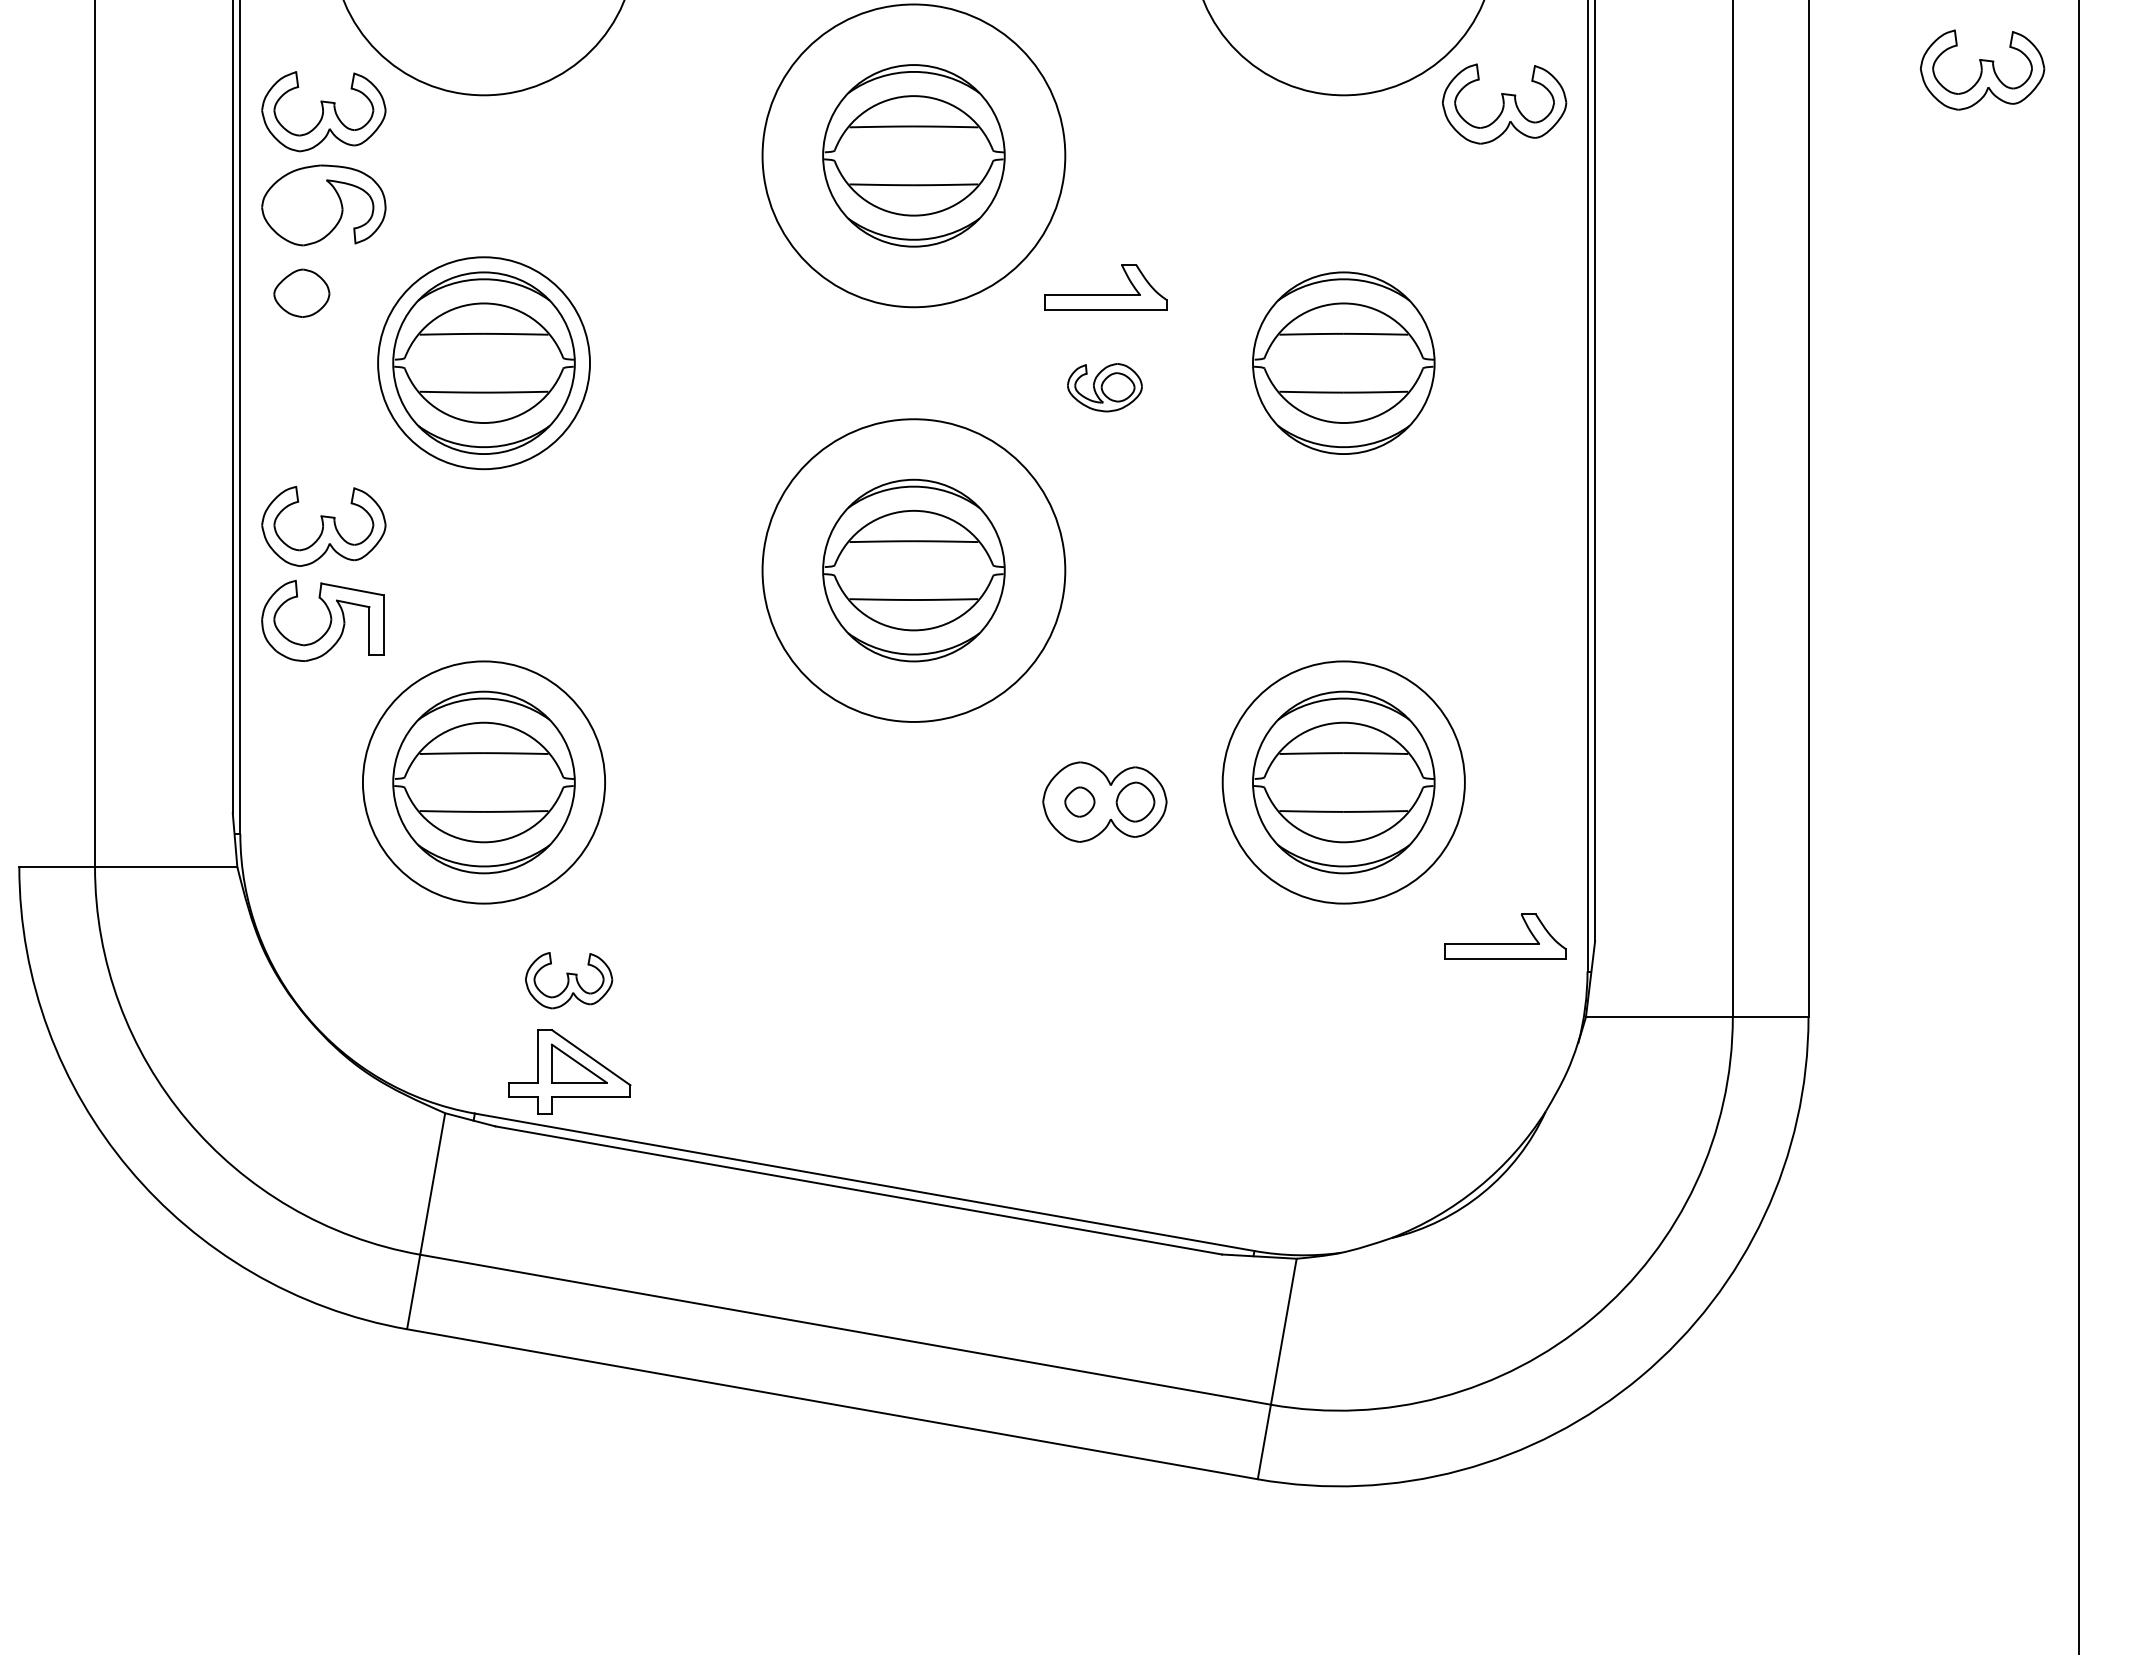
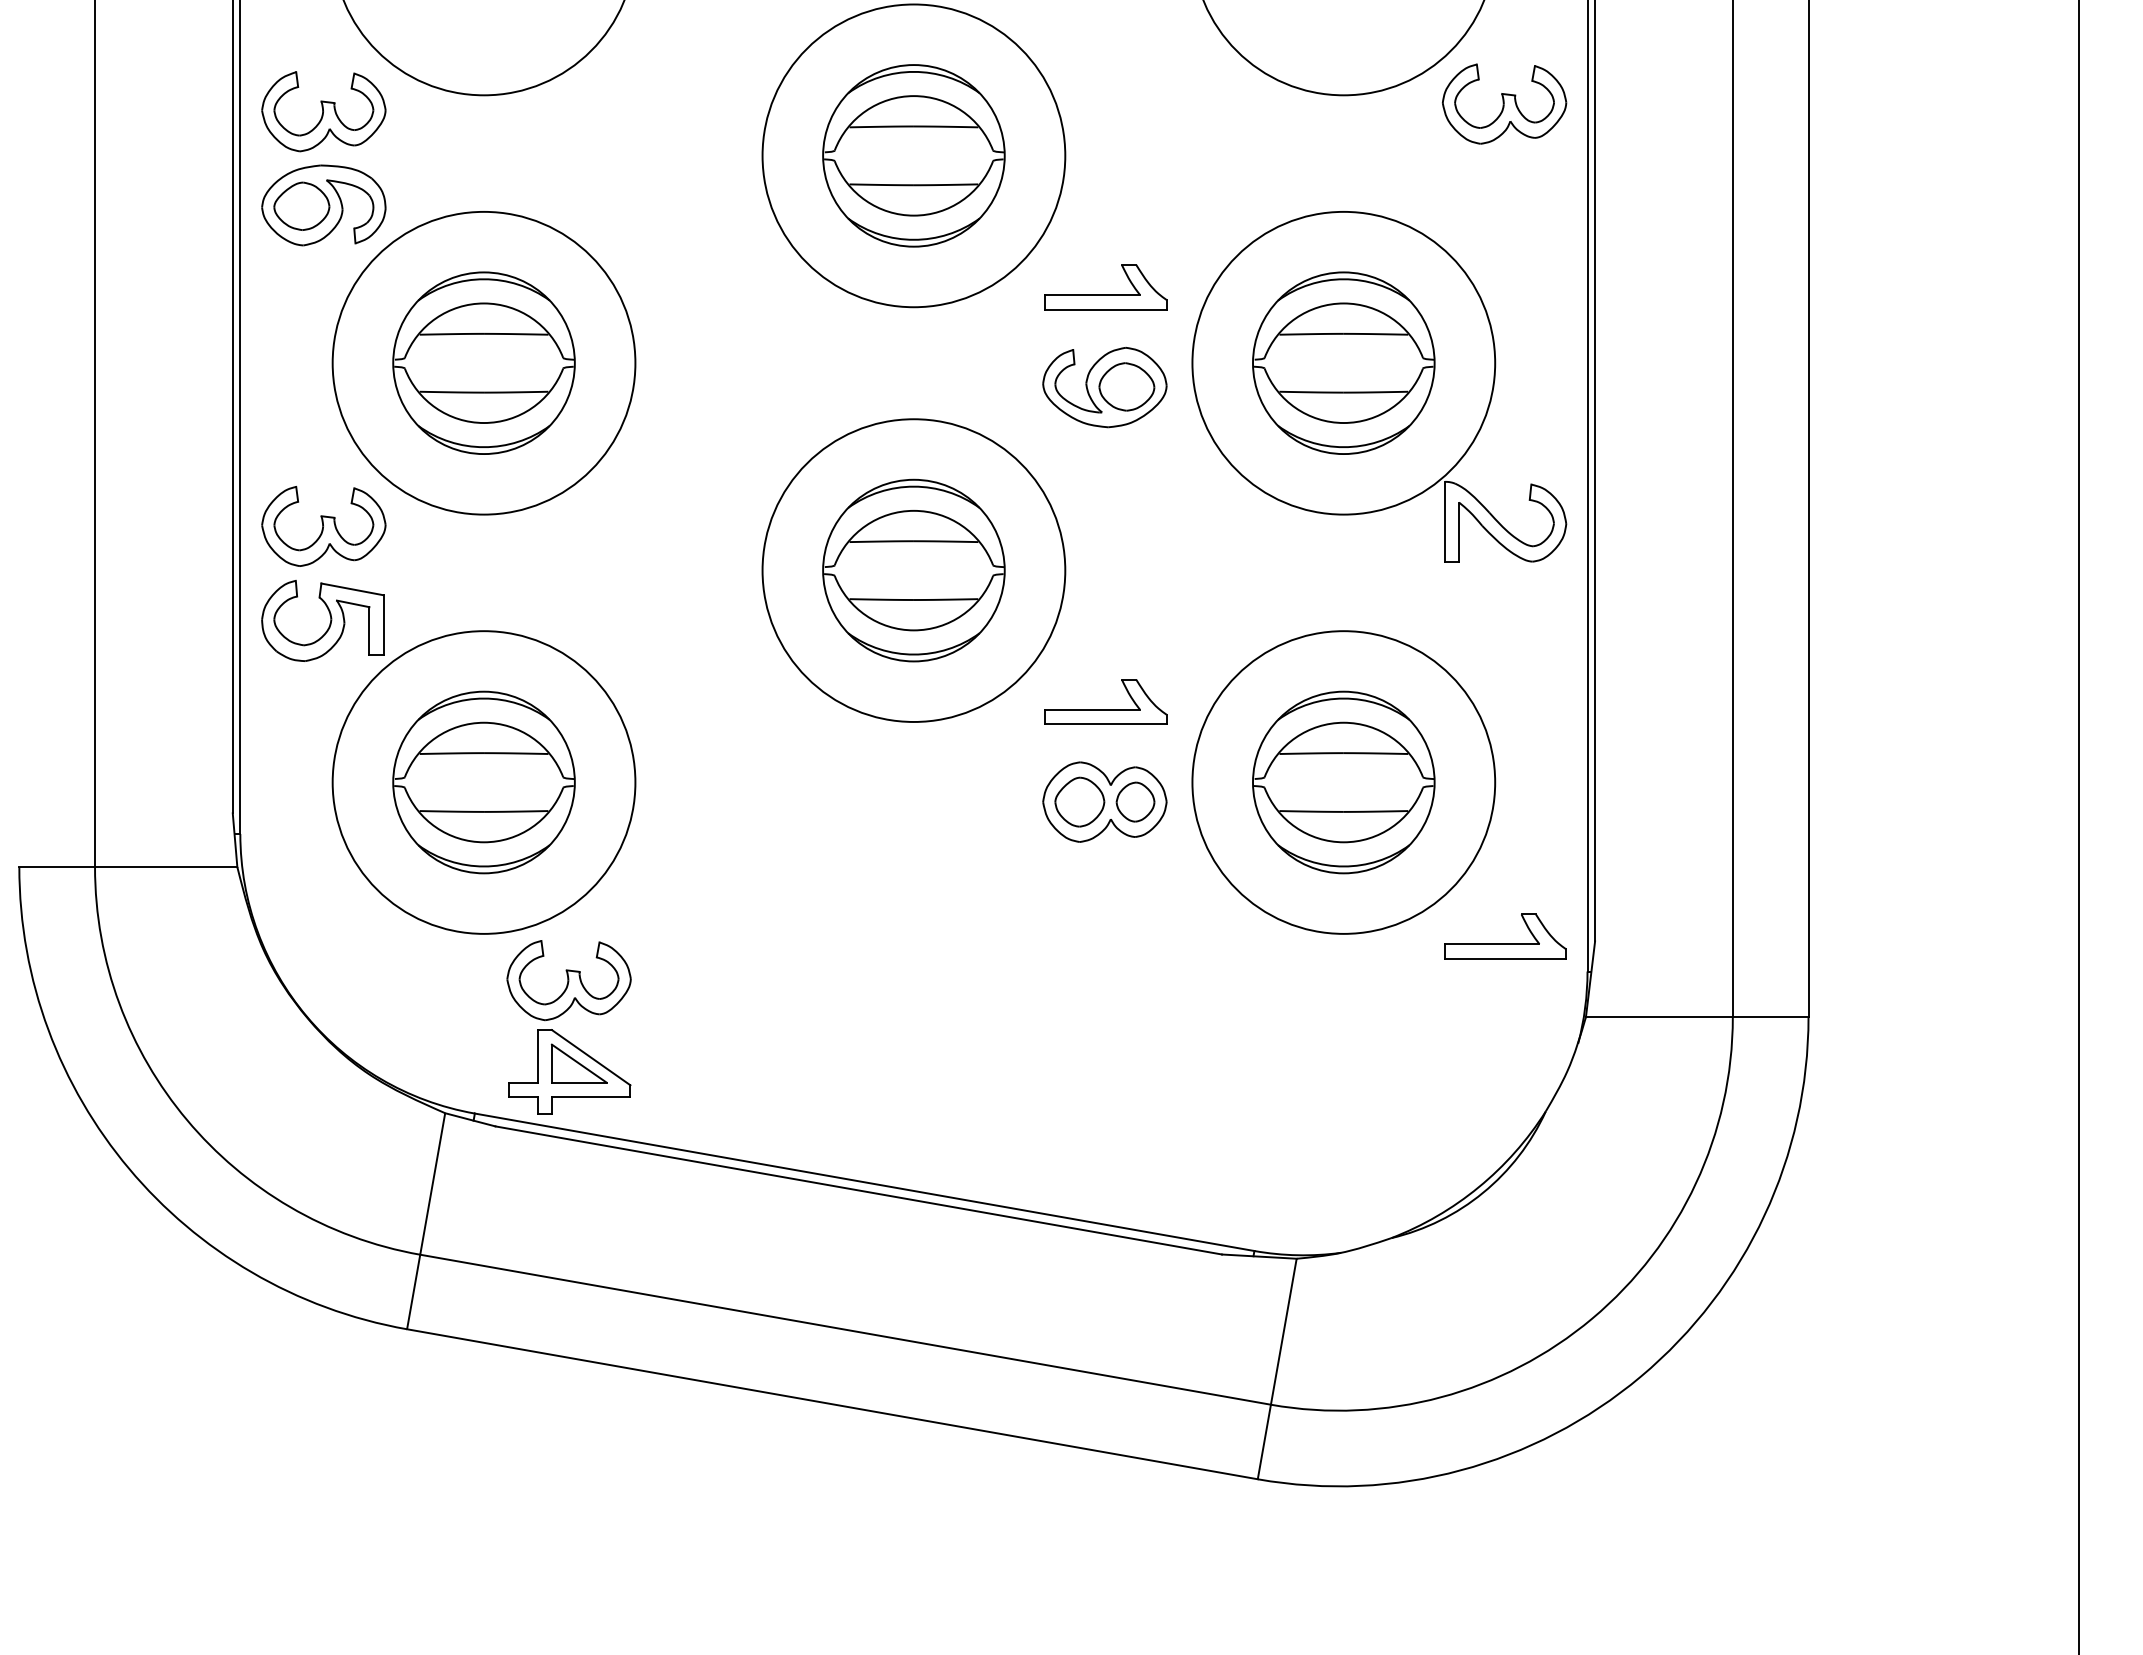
part at (1982, 69): present -> none
part at (301, 292) position: (301, 292) -> (301, 205)
circle at (484, 363) diameter: 212 px -> 303 px
part at (1379, 386): none -> present
part at (1104, 387) size: 76x50 px -> 126x82 px
part at (1105, 709): none -> present
circle at (483, 782) diameter: 242 px -> 303 px
circle at (1343, 782) diameter: 242 px -> 303 px
part at (1079, 801) size: 32x32 px -> 52x52 px
part at (569, 980) size: 89x58 px -> 126x82 px
